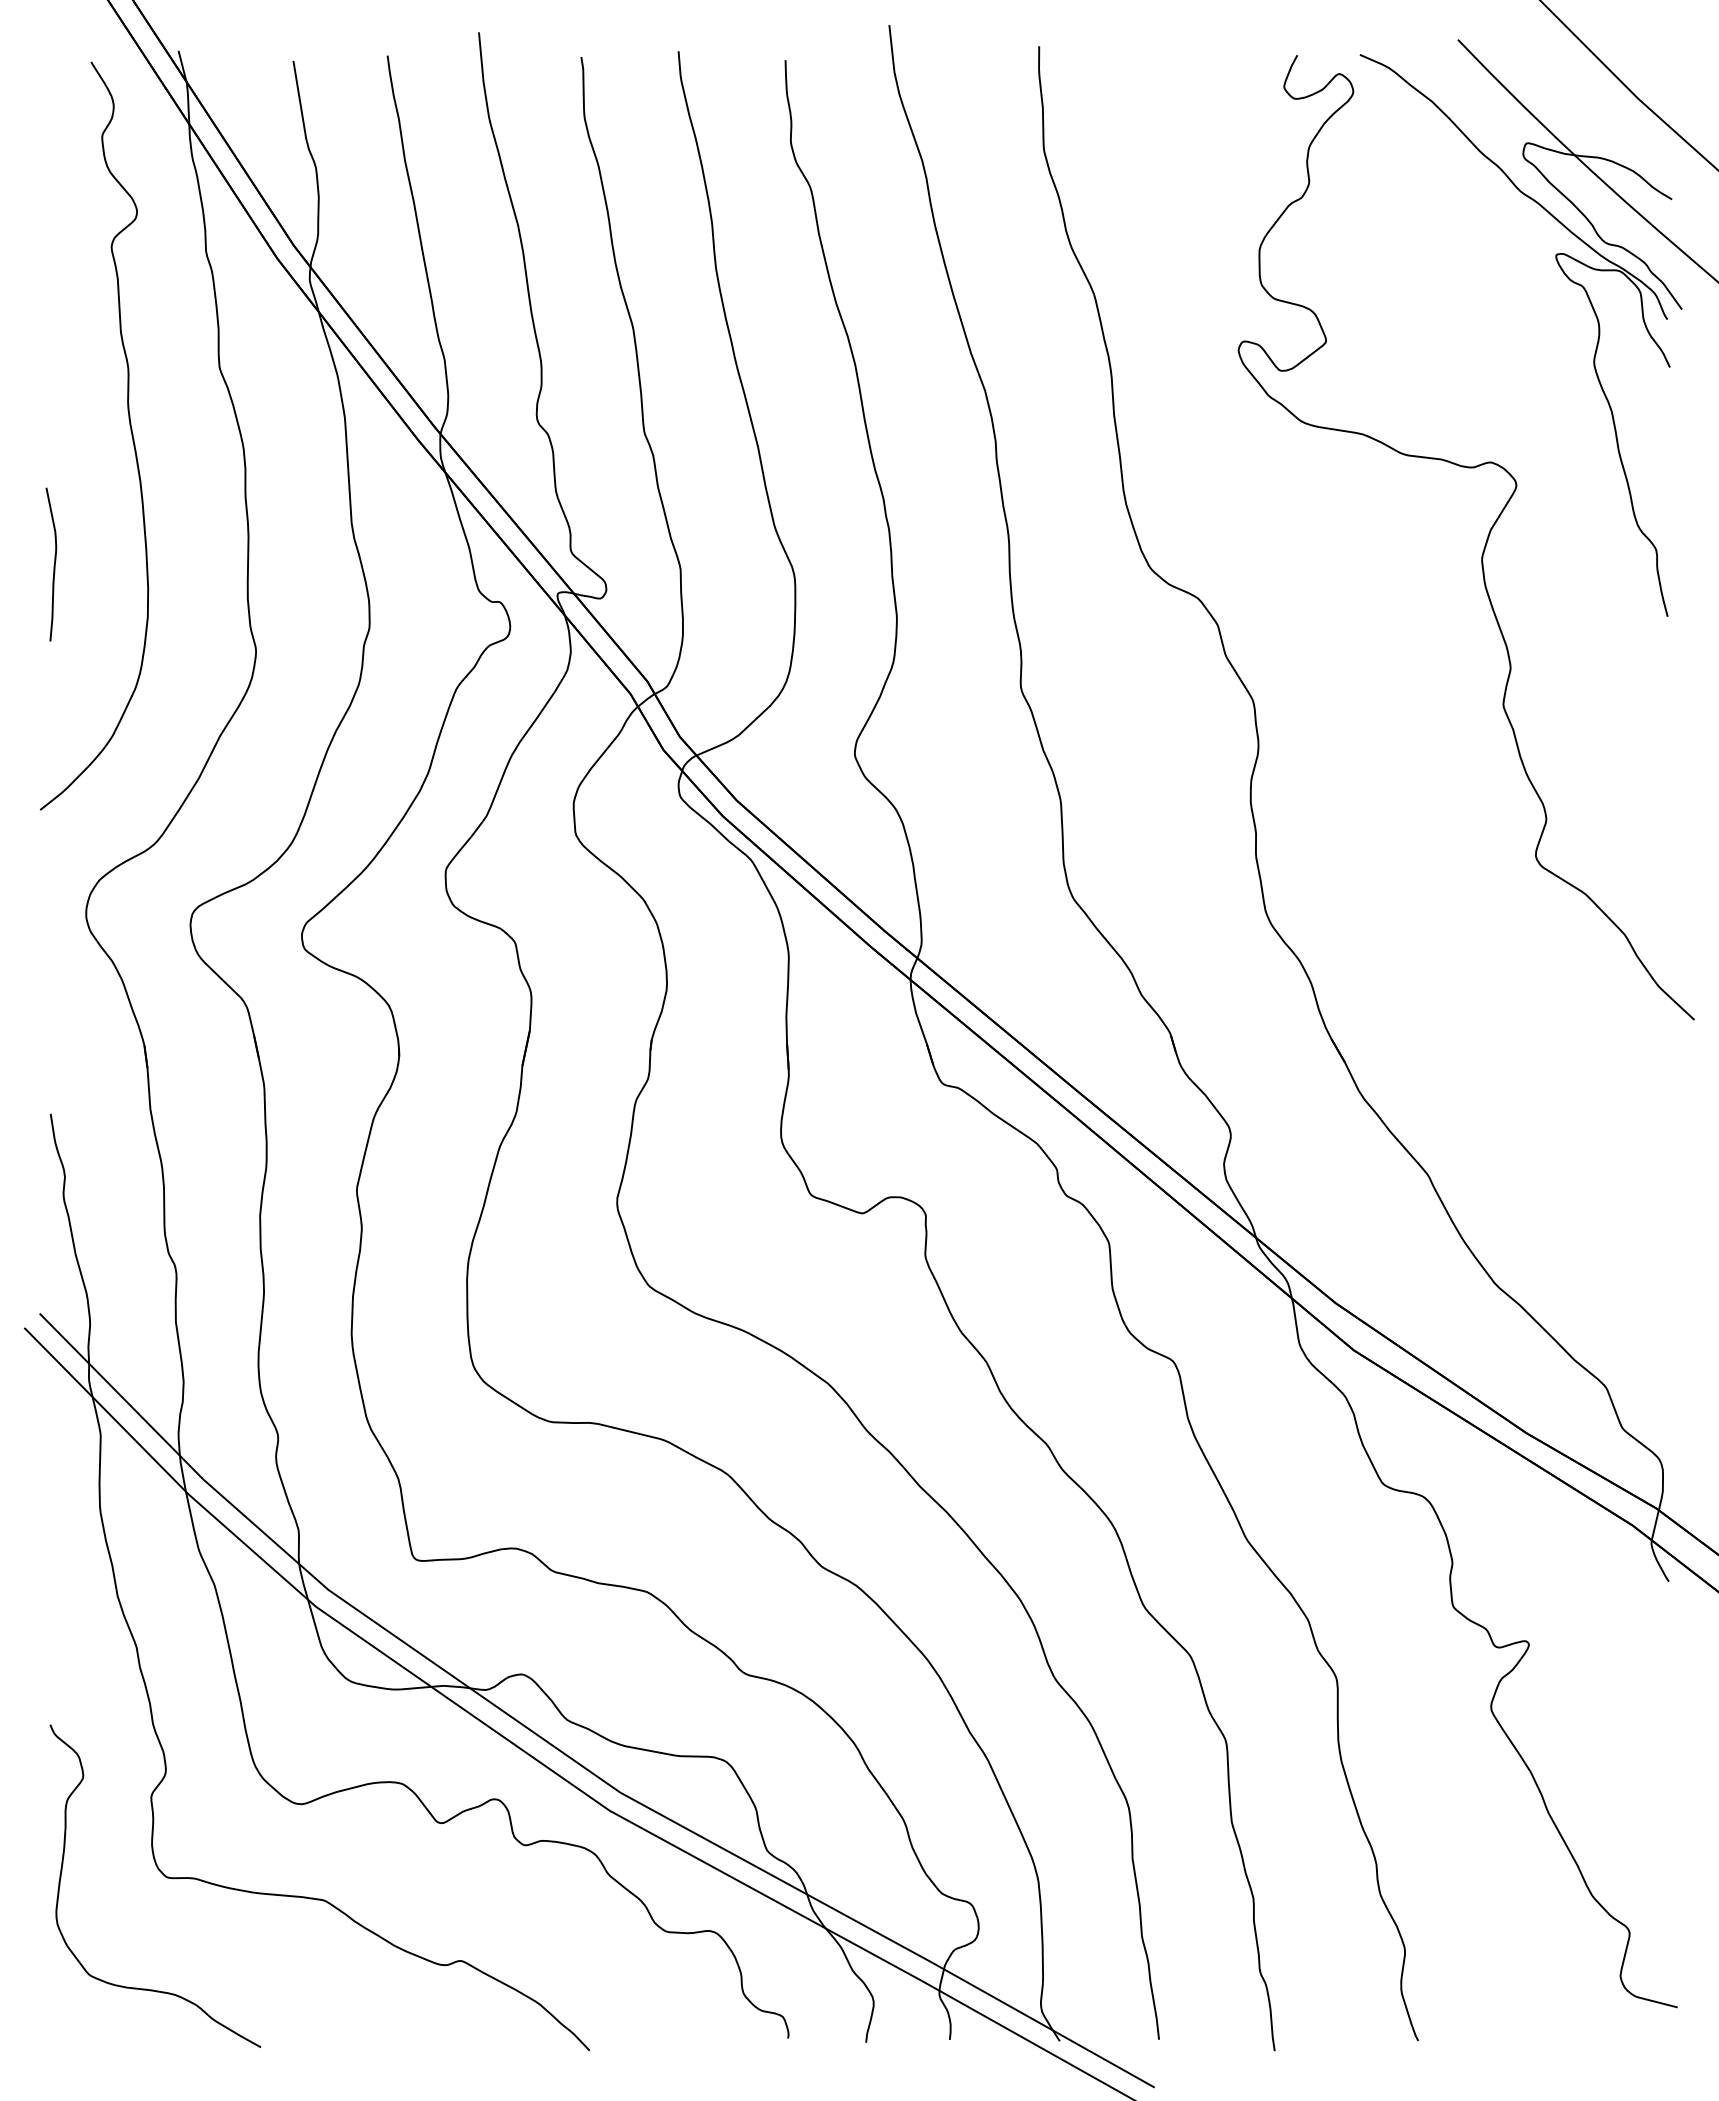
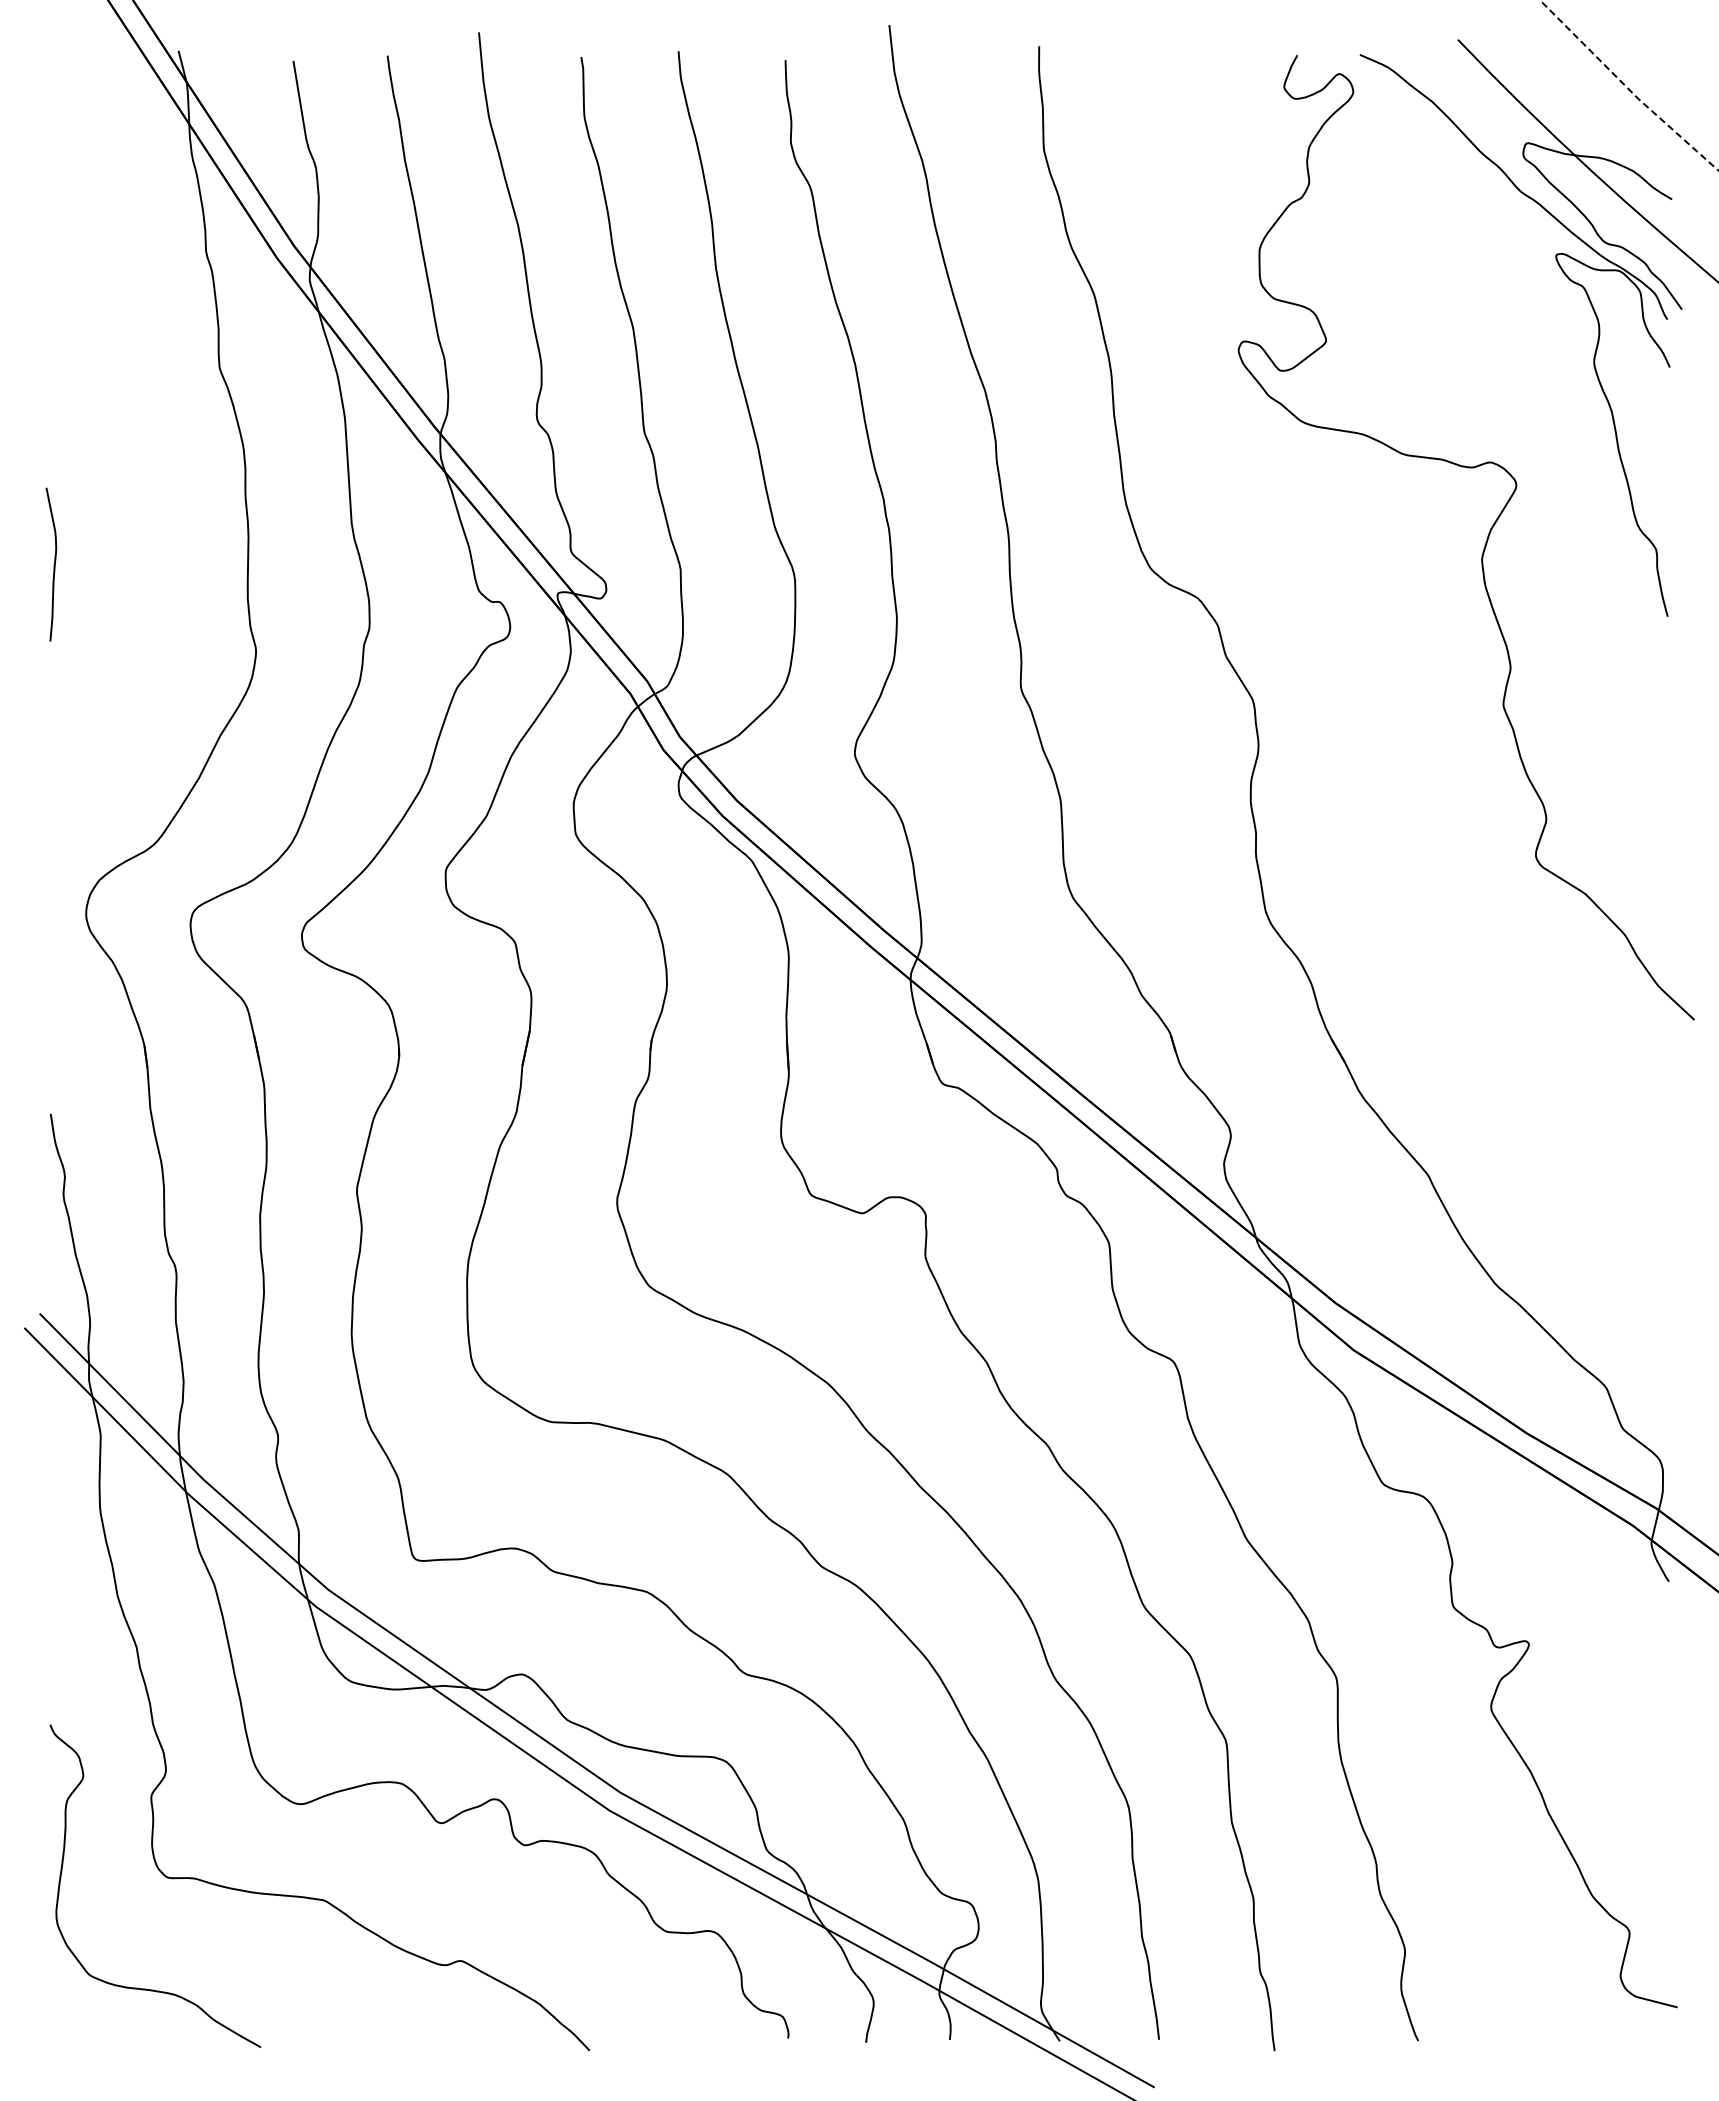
line at (1628, 88): solid -> dashed
curve at (130, 431): present -> none
